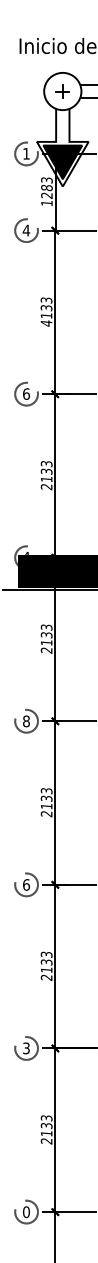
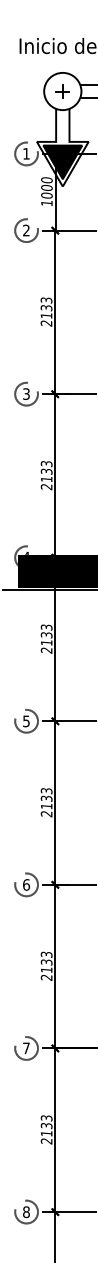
text at (46, 187): 1283 -> 1000
text at (26, 230): 4 -> 2
text at (46, 323): 4133 -> 2133
text at (26, 393): 6 -> 3
text at (26, 721): 8 -> 5
text at (26, 1048): 3 -> 7
text at (26, 1211): 0 -> 8
